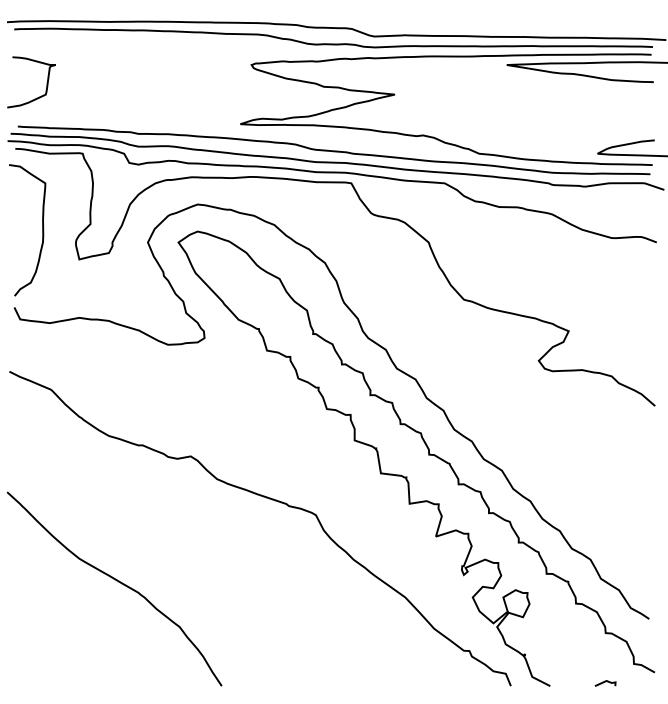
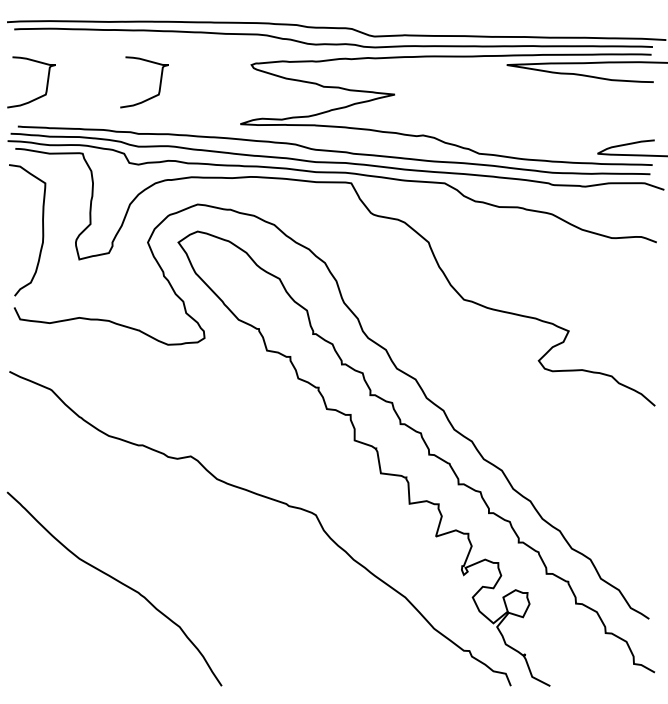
curve at (159, 82): none -> present
line at (605, 682): present -> none
